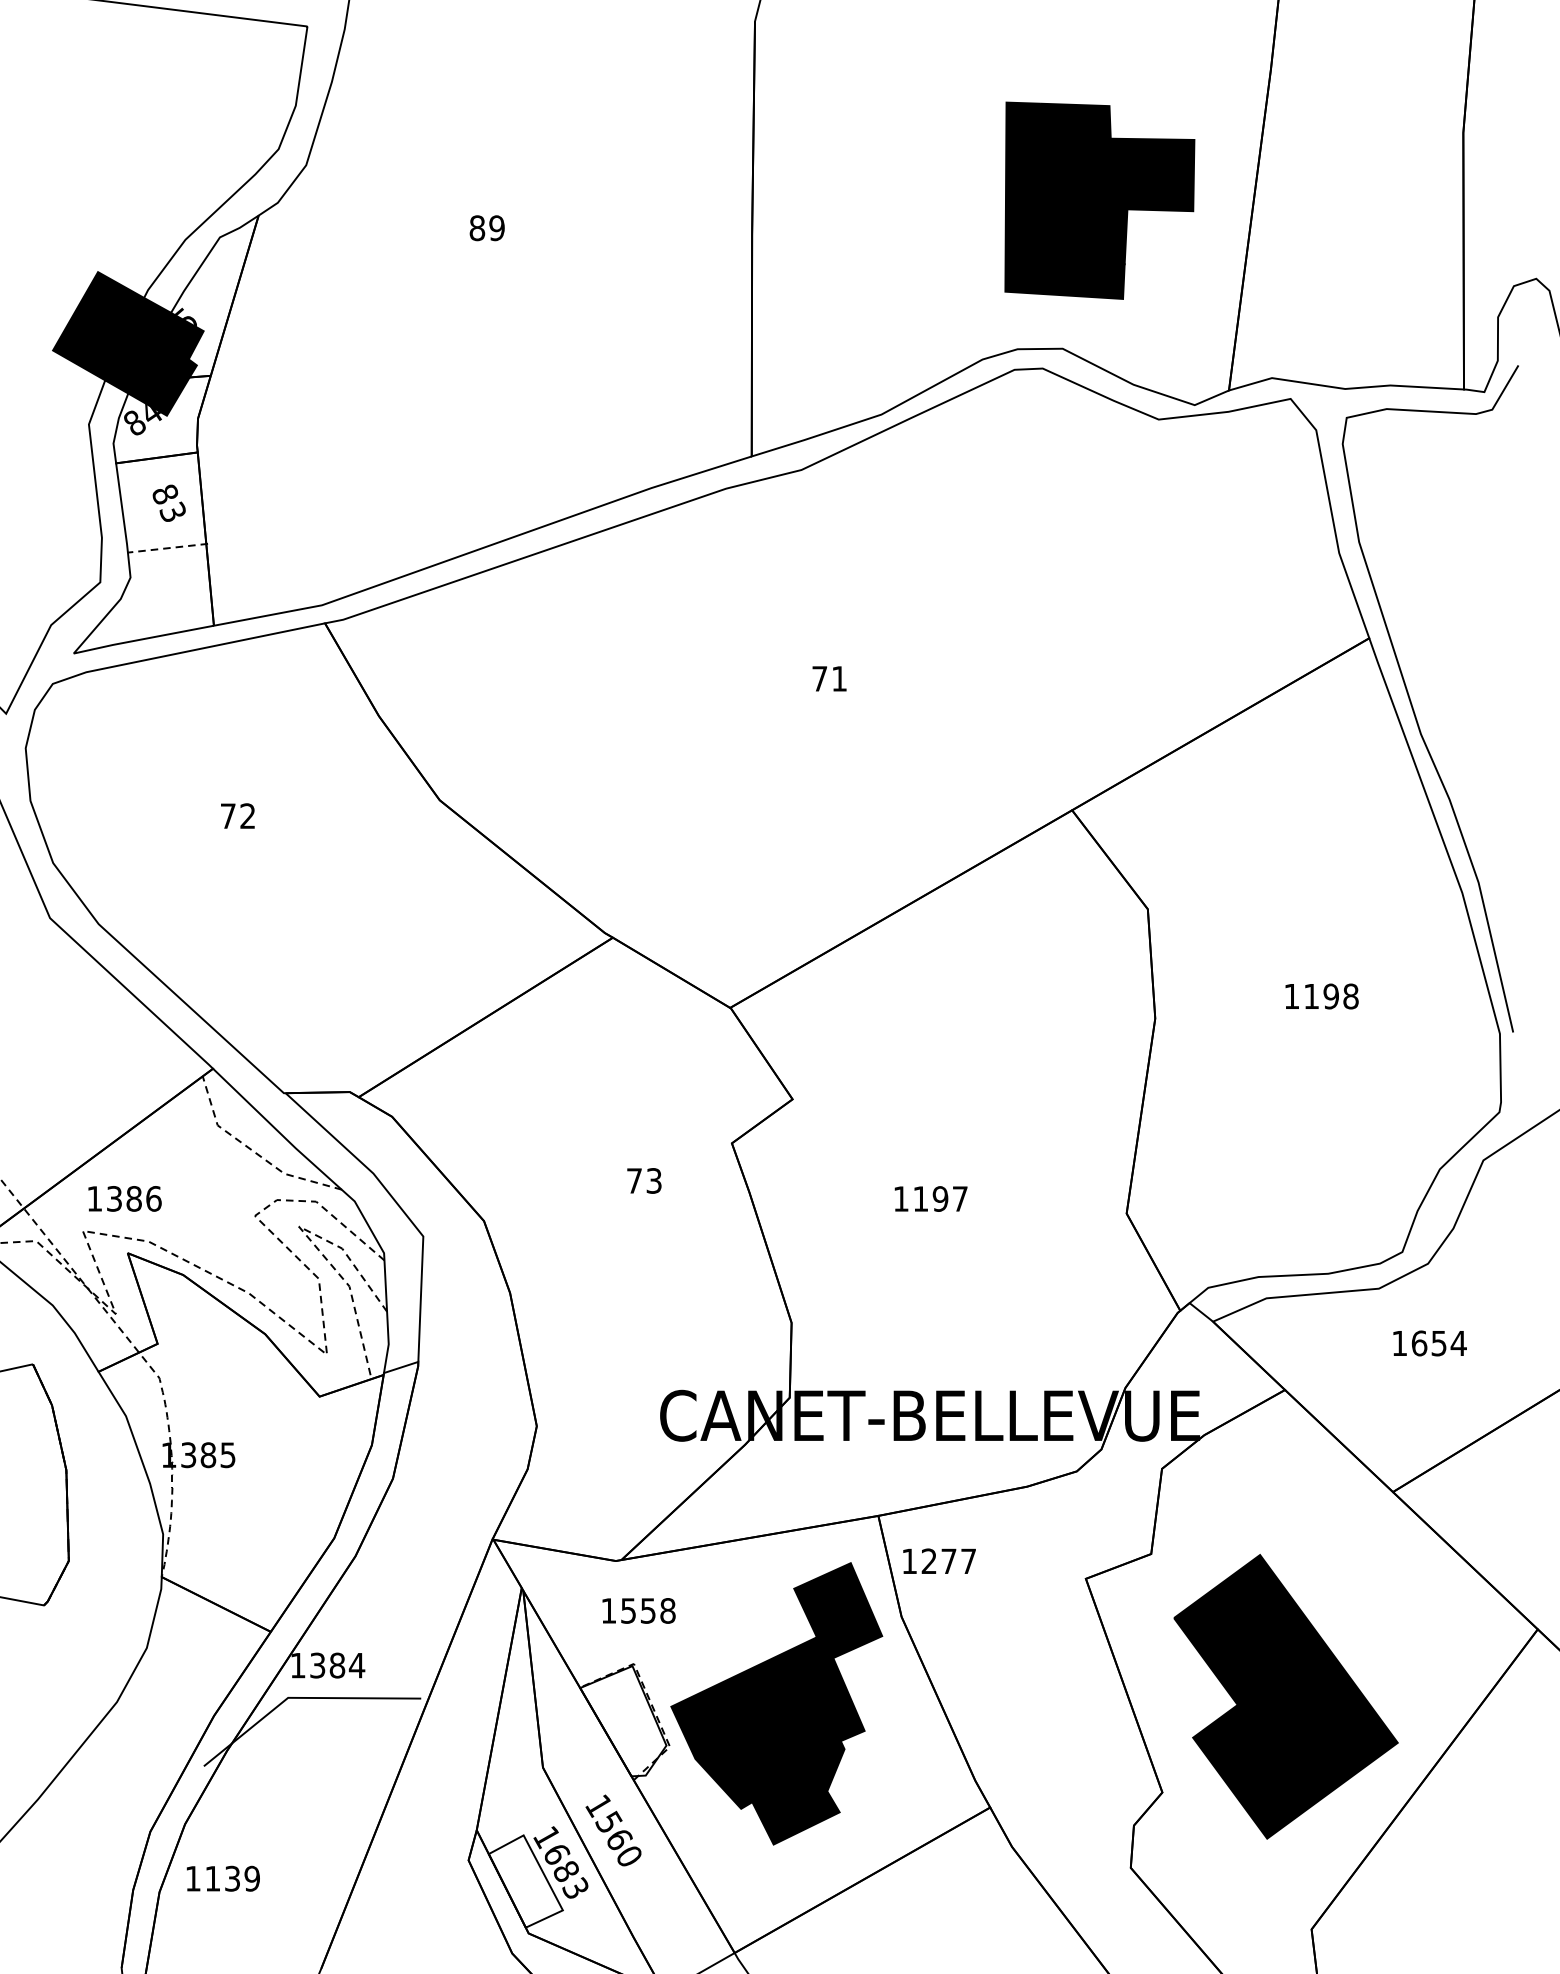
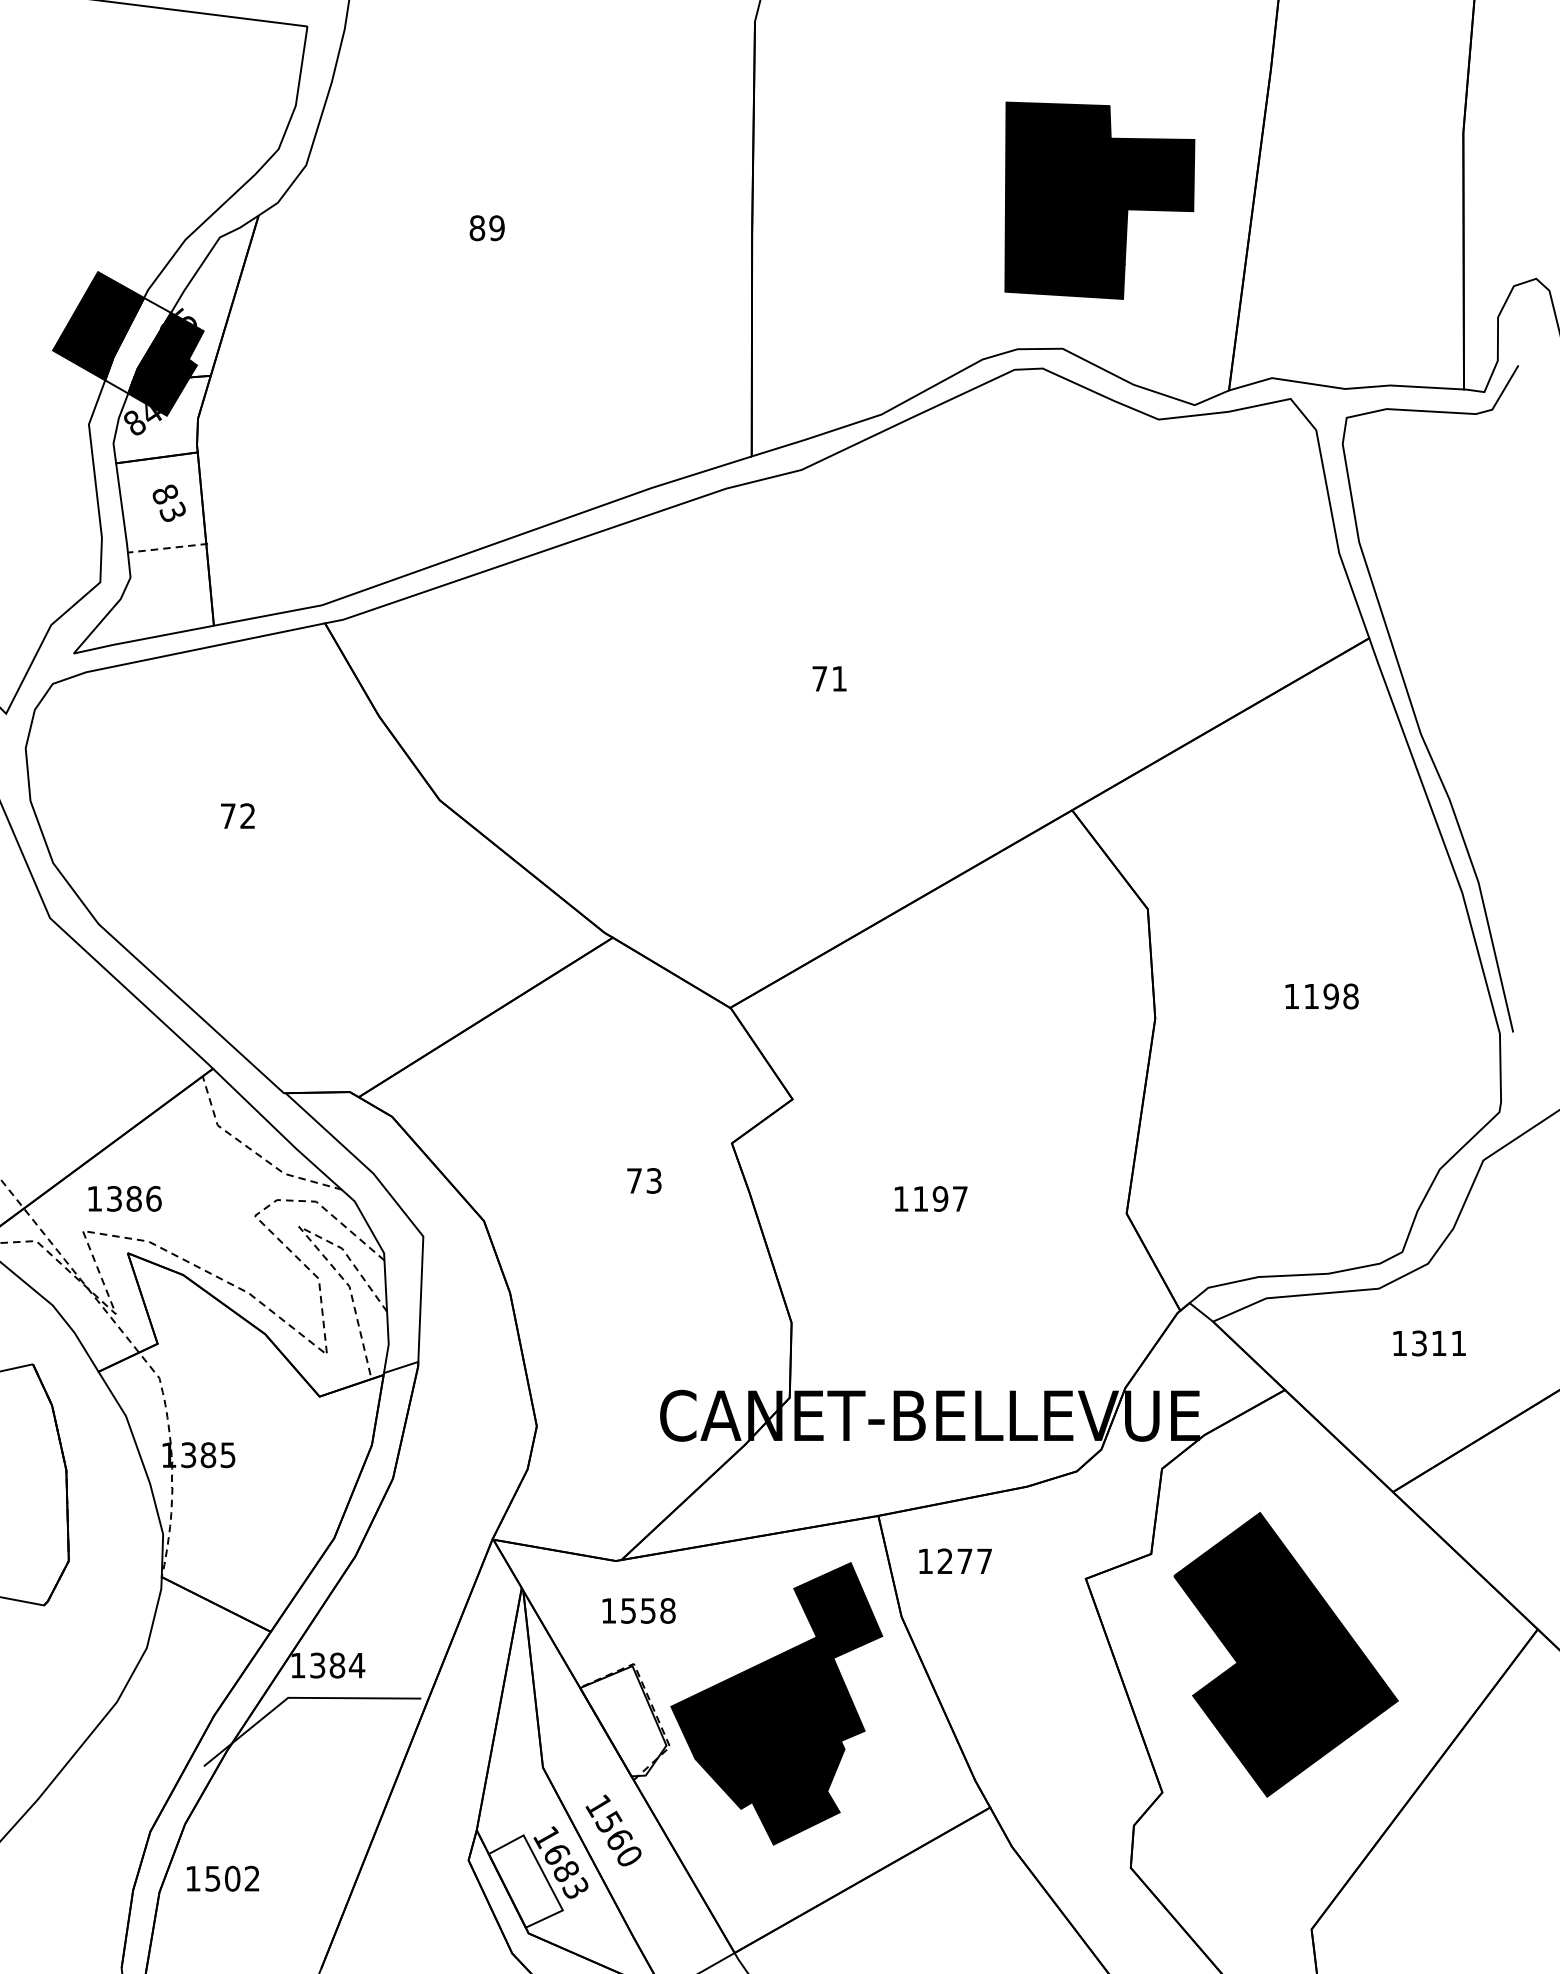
fill at (138, 345): present -> none
text at (1438, 1343): 1654 -> 1311
text at (939, 1560) position: (939, 1560) -> (955, 1560)
part at (1285, 1696) position: (1285, 1696) -> (1285, 1654)
text at (232, 1878): 1139 -> 1502
